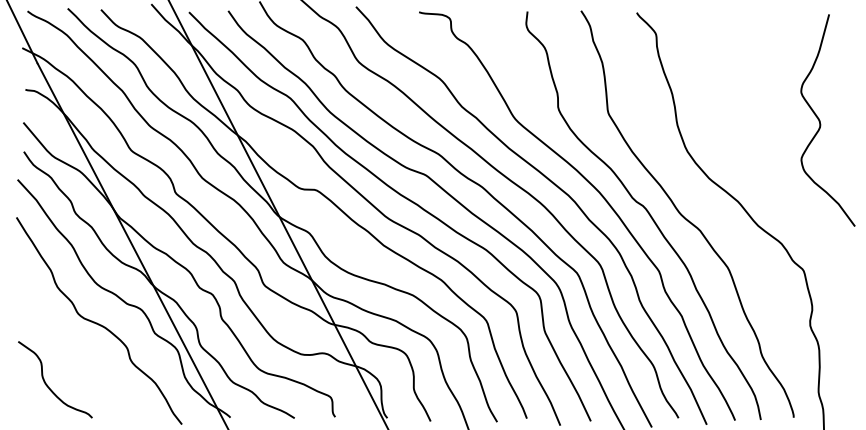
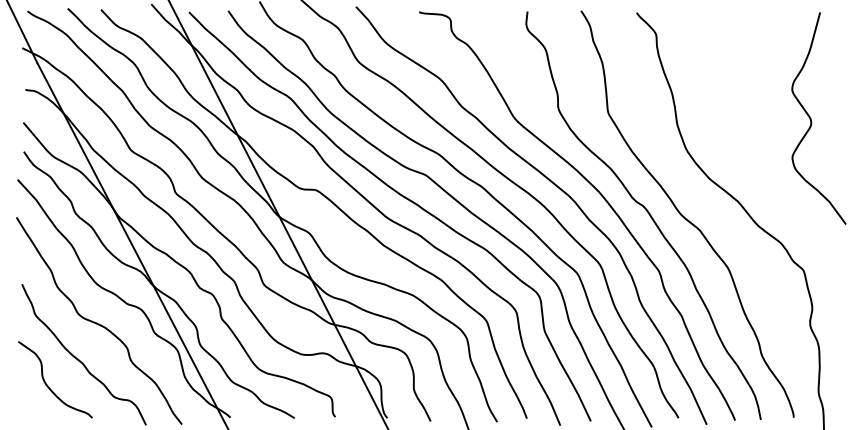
curve at (820, 120) position: (820, 120) -> (811, 118)
curve at (78, 358): none -> present
